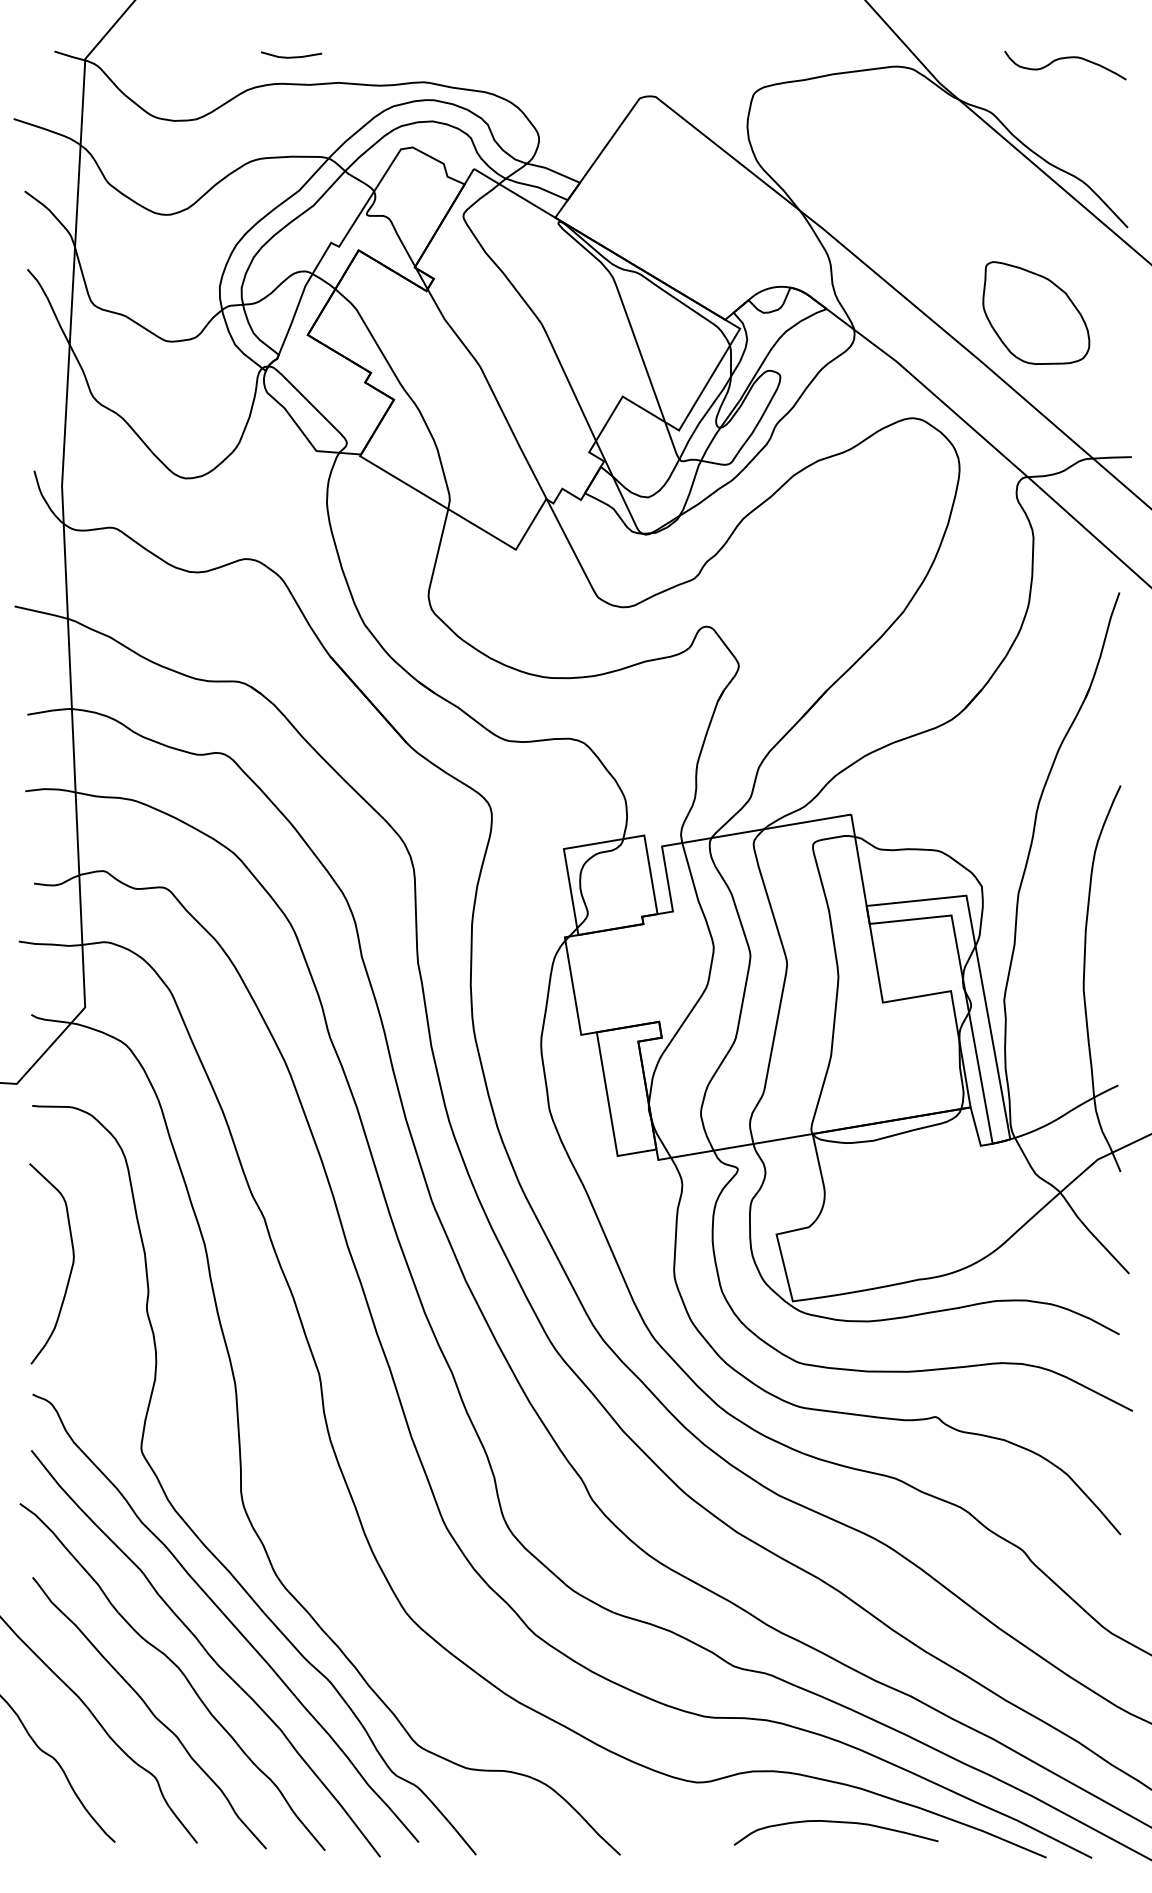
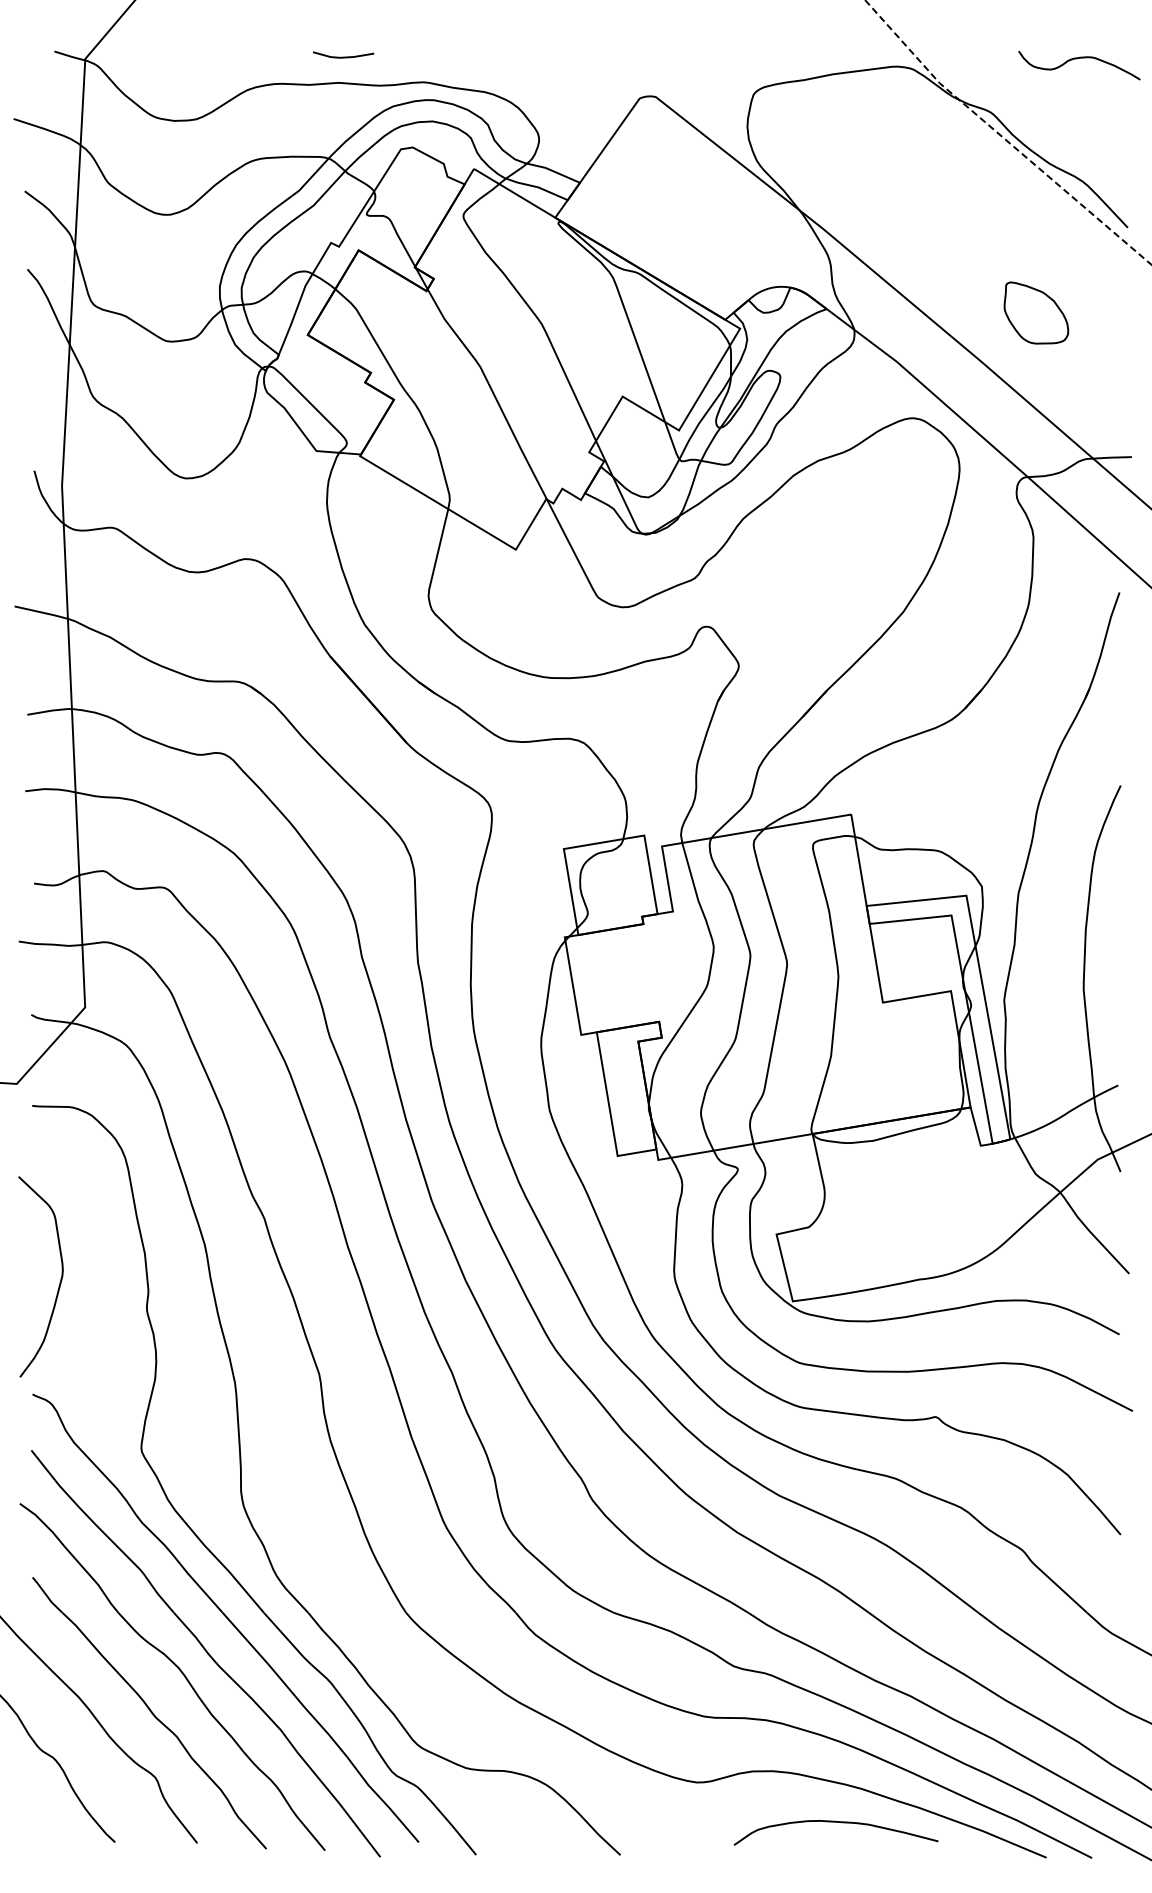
line at (291, 56) position: (291, 56) -> (343, 56)
curve at (1063, 59) position: (1063, 59) -> (1077, 59)
line at (1003, 137): solid -> dashed
part at (1036, 312) size: 109x104 px -> 67x64 px
curve at (70, 1269) position: (70, 1269) -> (59, 1282)
